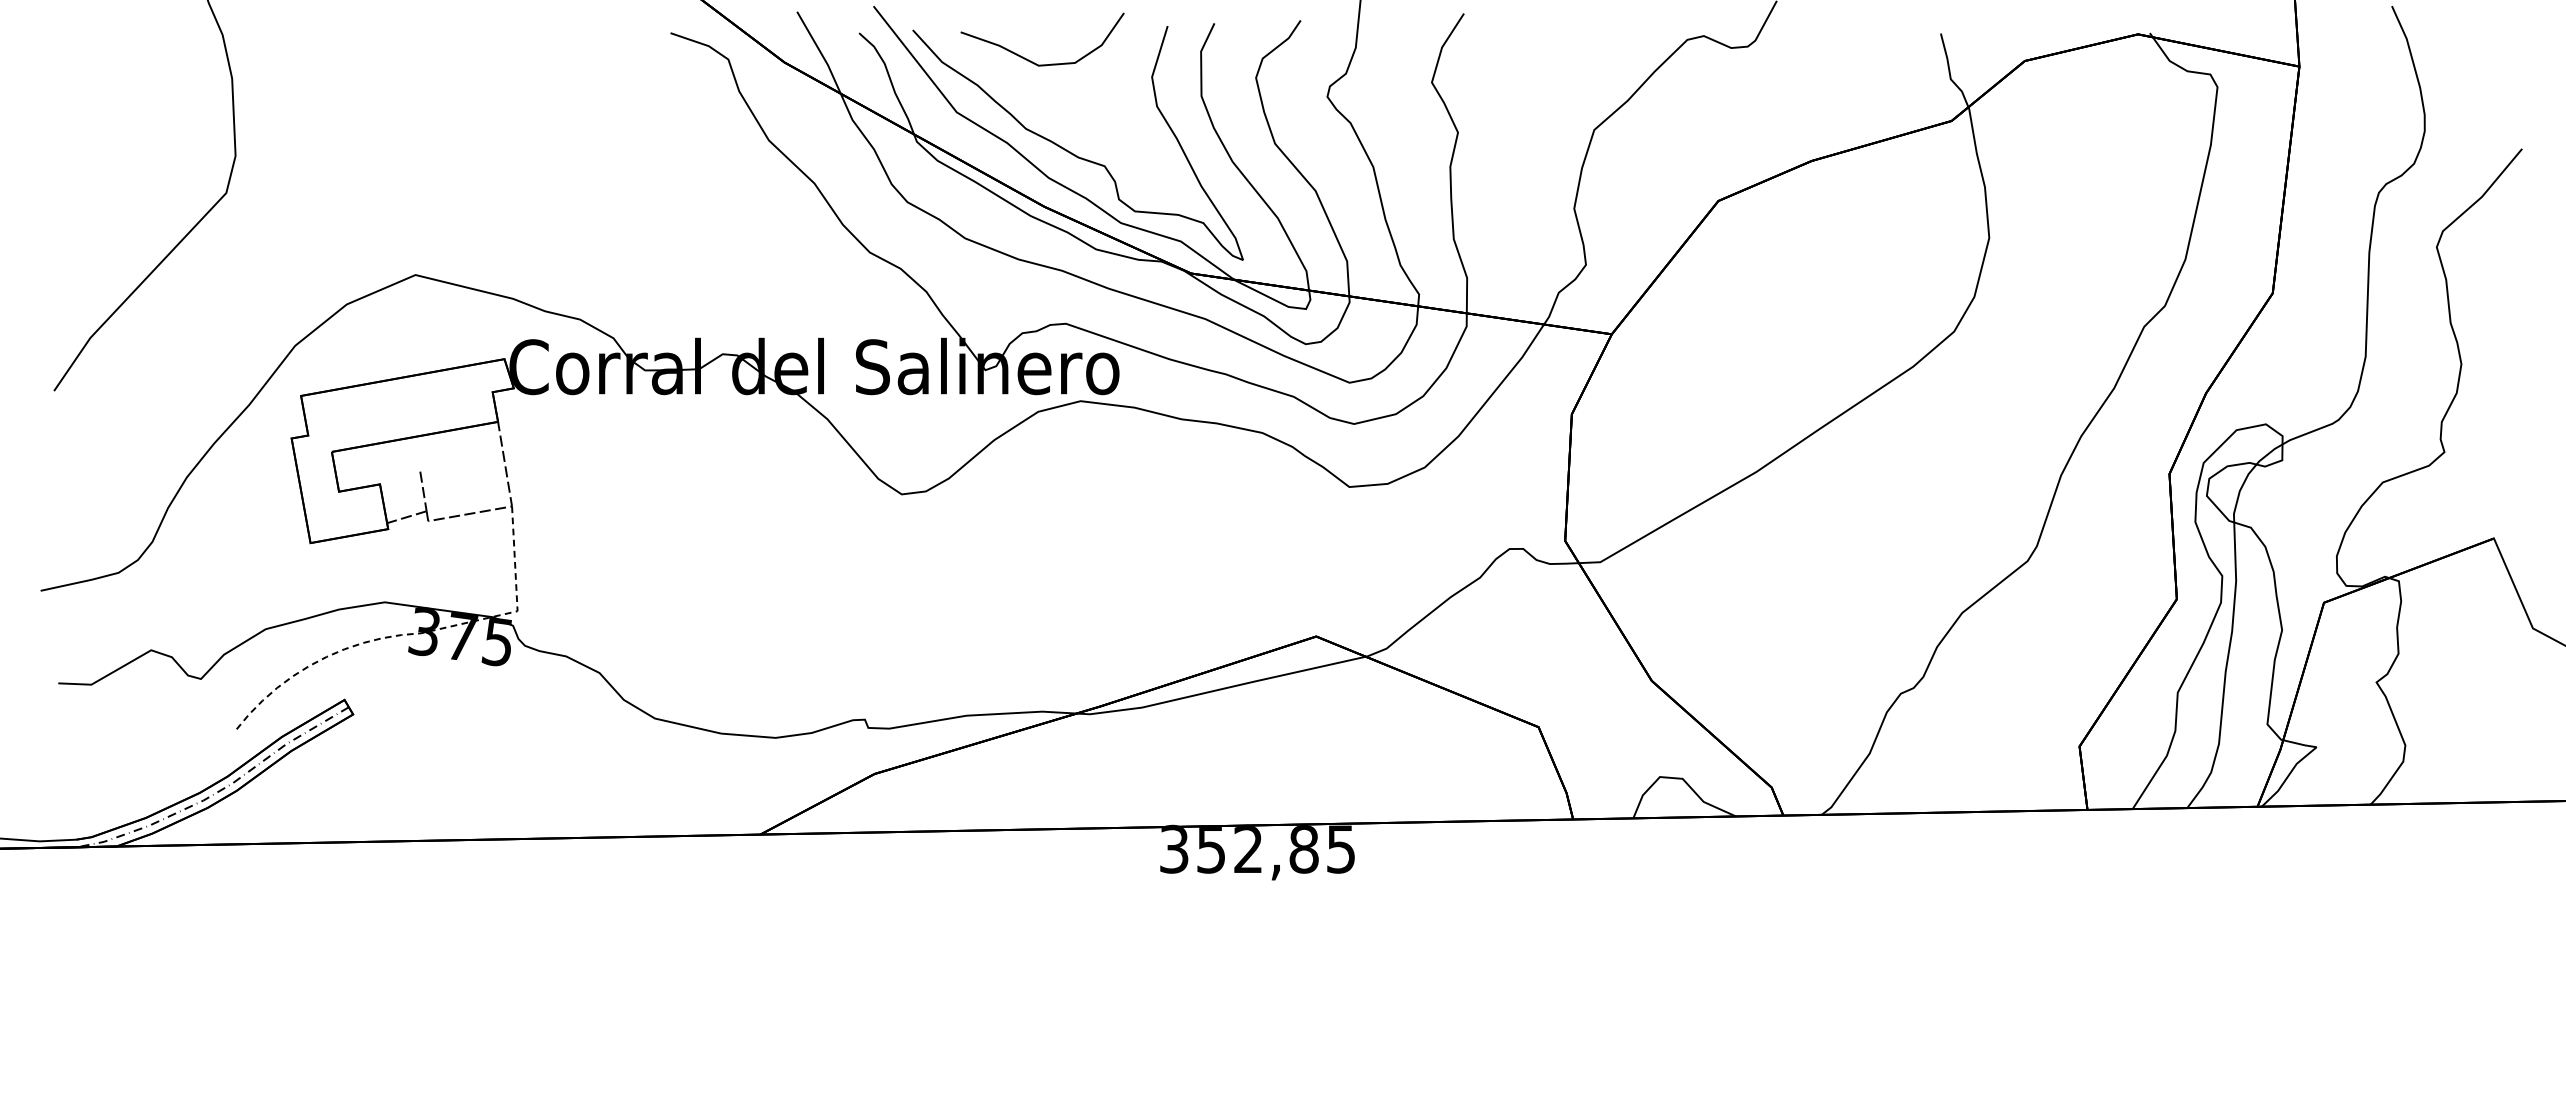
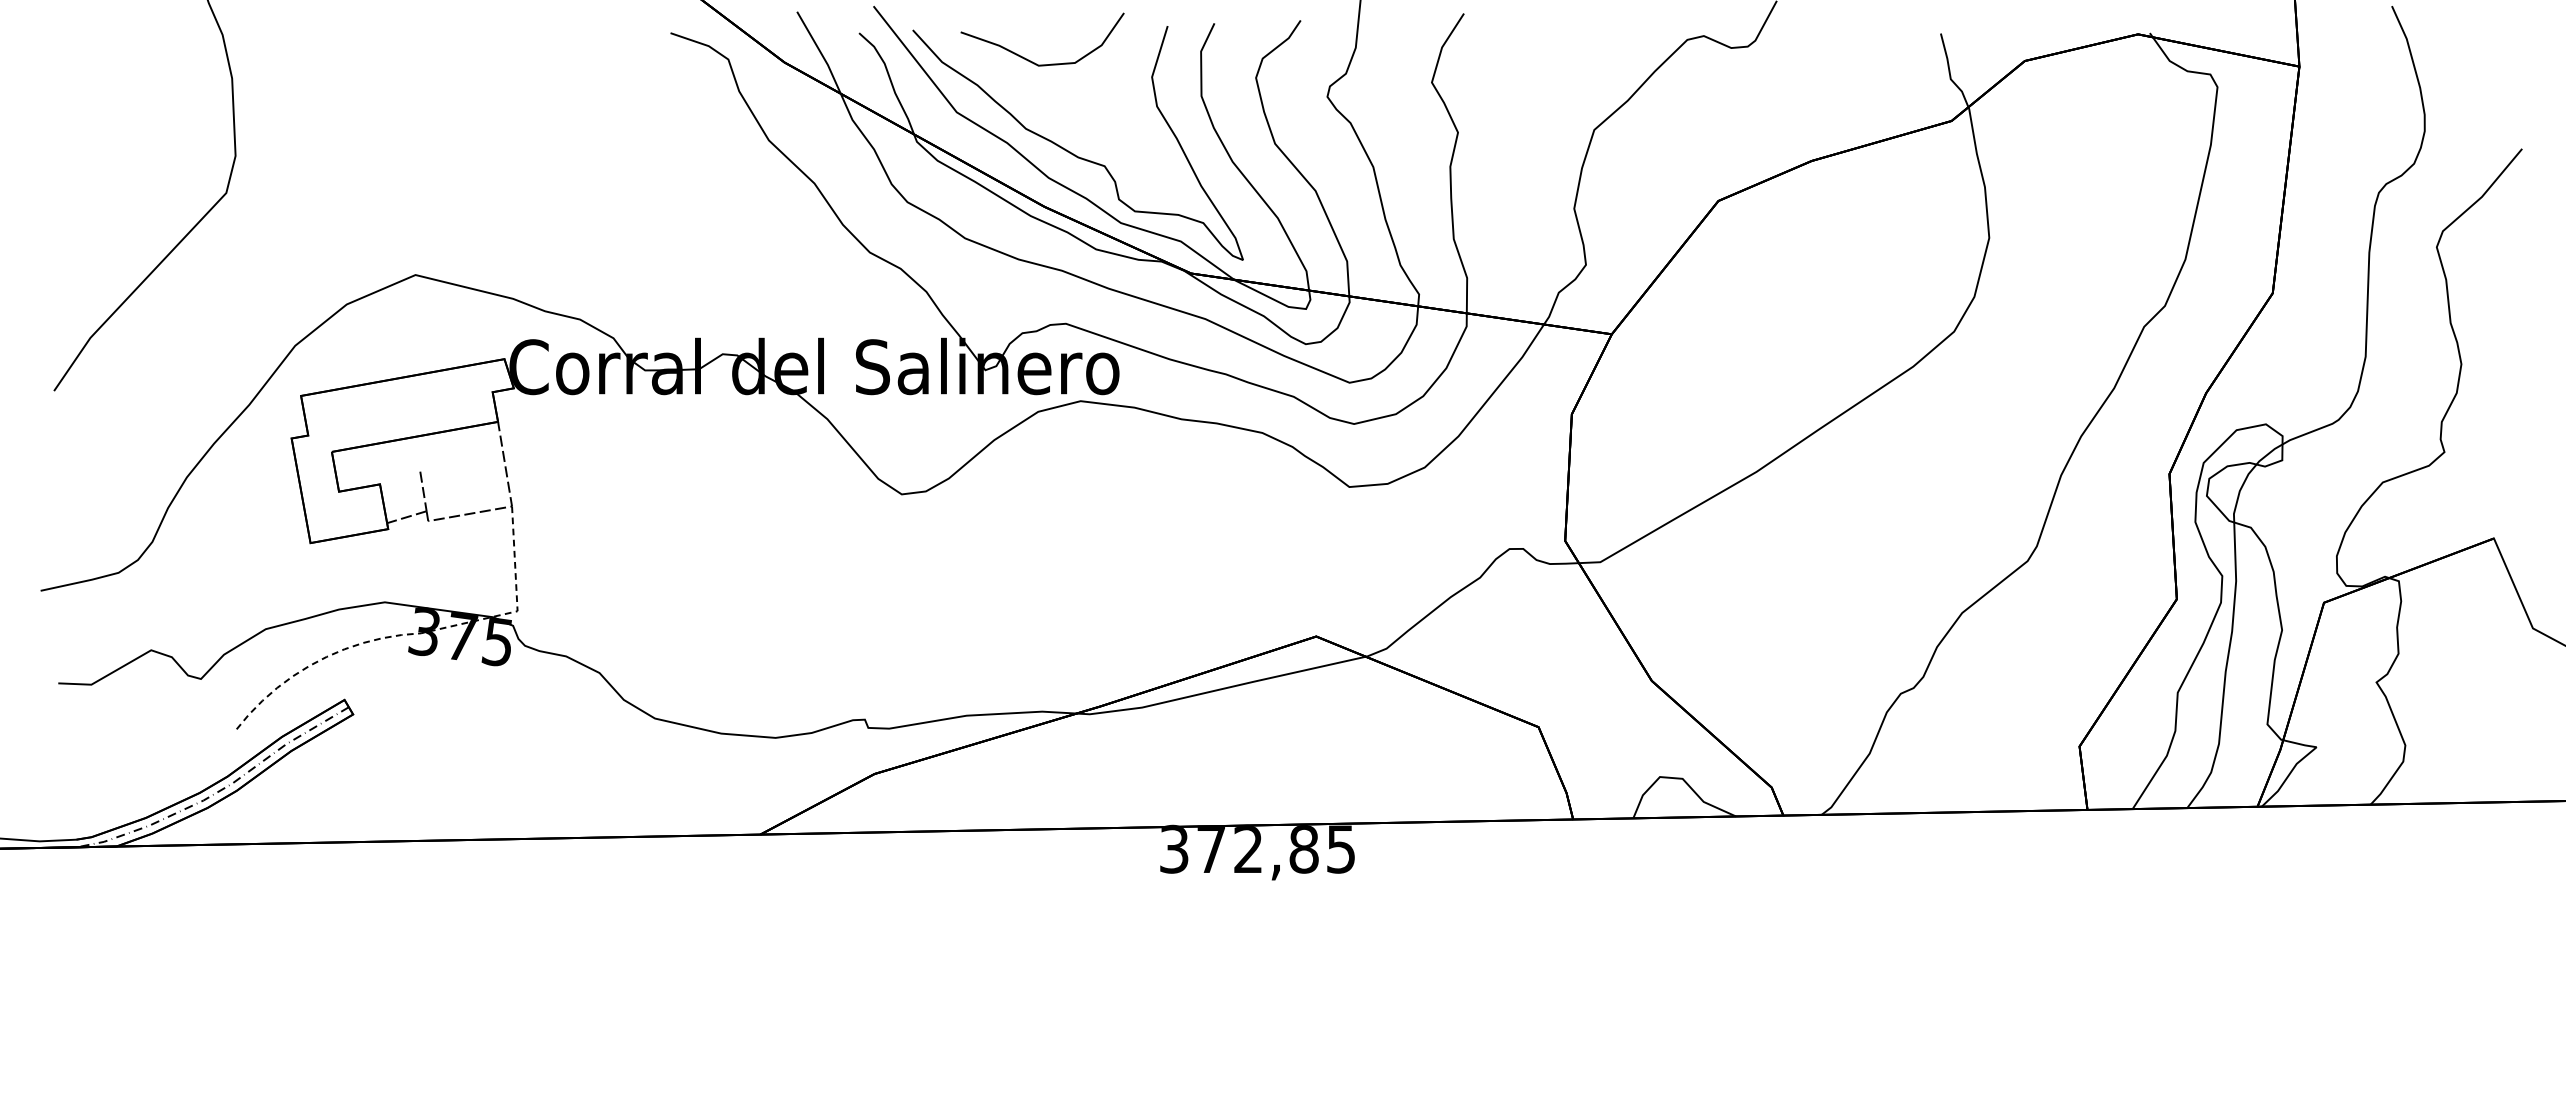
text at (1211, 850): 352,85 -> 372,85
